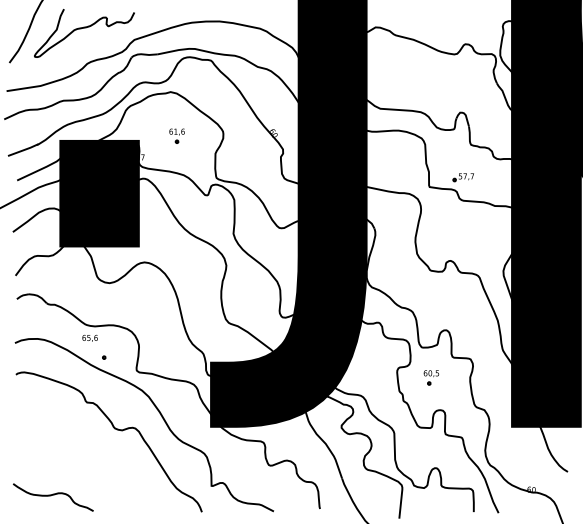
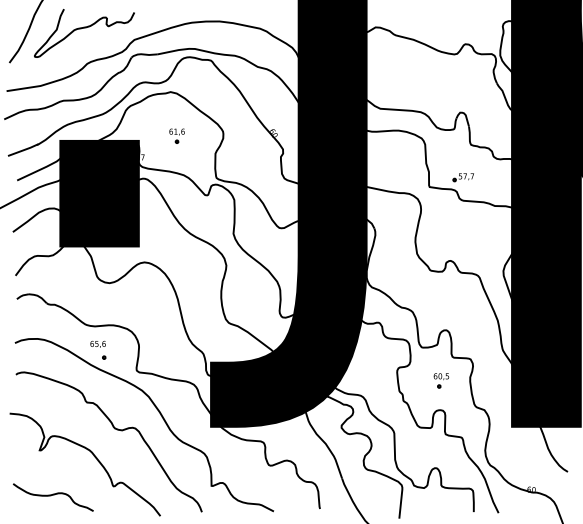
text at (89, 337) position: (89, 337) -> (97, 343)
part at (431, 377) position: (431, 377) -> (441, 380)
curve at (93, 456): none -> present
